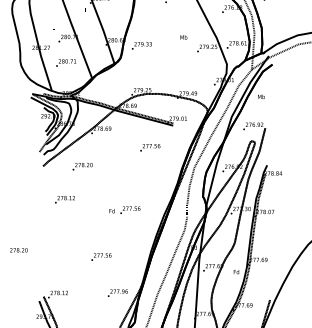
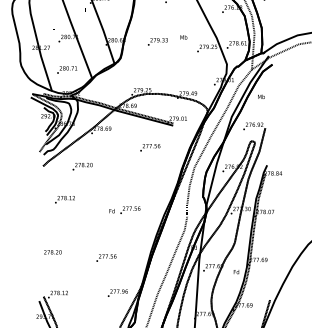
text at (141, 45) position: (141, 45) -> (157, 41)
text at (66, 62) position: (66, 62) -> (67, 69)
text at (18, 250) position: (18, 250) -> (52, 252)
text at (101, 256) position: (101, 256) -> (106, 257)
